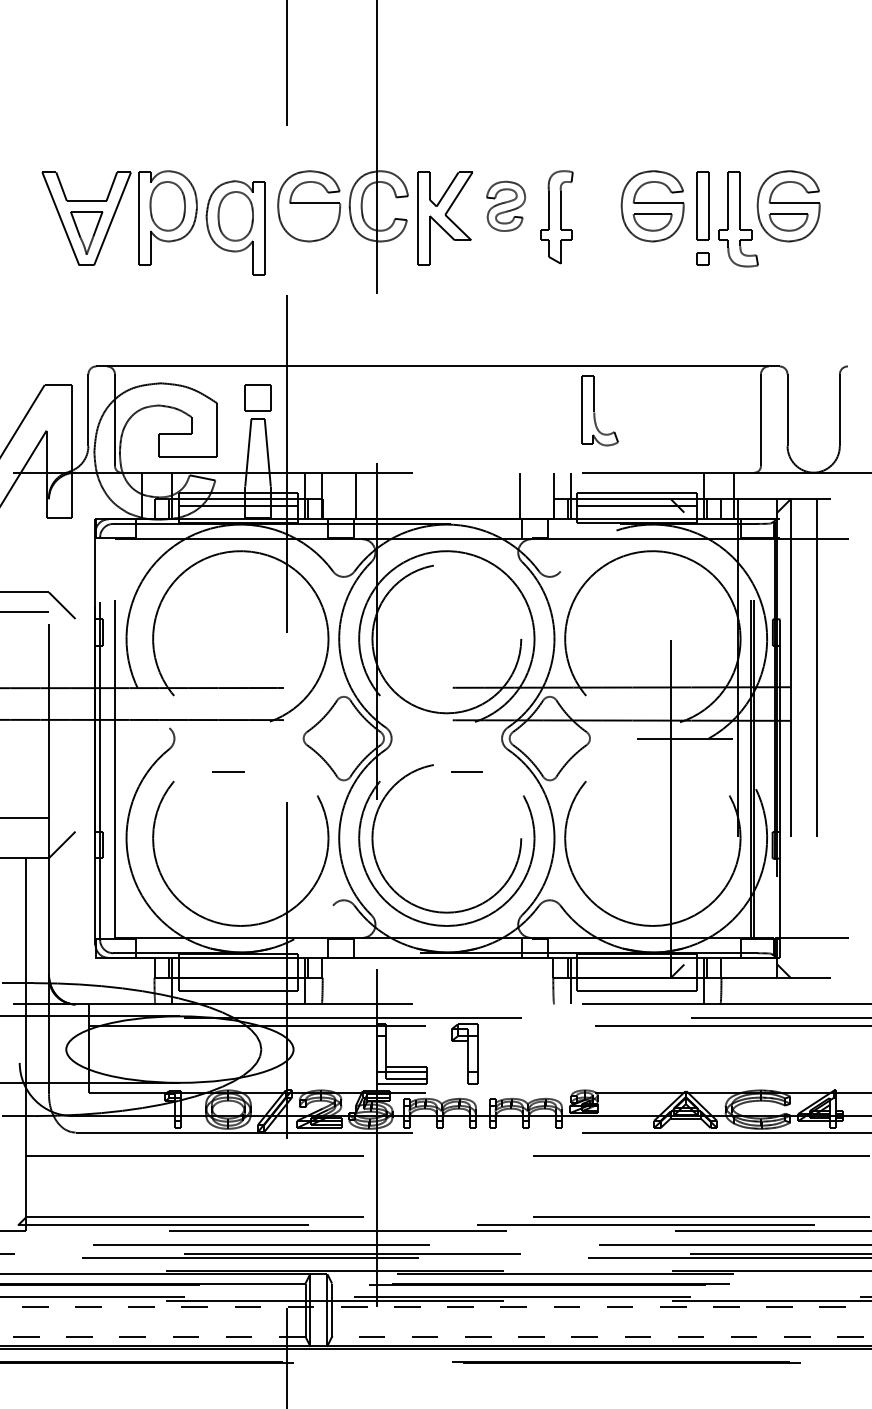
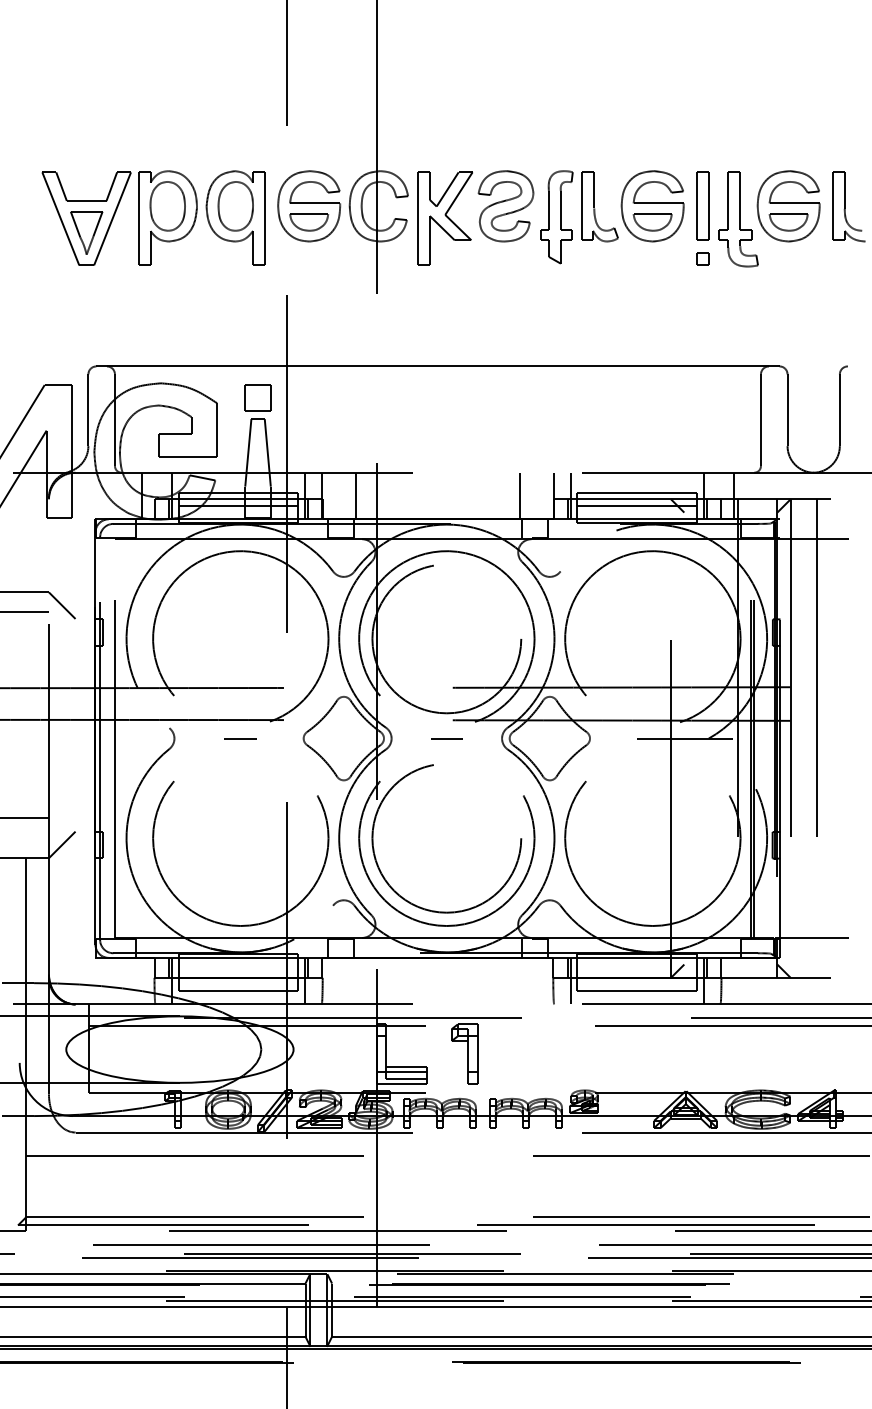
part at (506, 205) size: 41x52 px -> 58x73 px
part at (848, 206): none -> present
part at (309, 222): none -> present
part at (235, 227) position: (235, 227) -> (235, 217)
part at (599, 410) position: (599, 410) -> (599, 206)
line at (228, 771) position: (228, 771) -> (240, 738)
line at (466, 771) position: (466, 771) -> (446, 738)
line at (436, 1306): dashed -> solid
line at (152, 1336): dashed -> solid
line at (602, 1336): dashed -> solid
